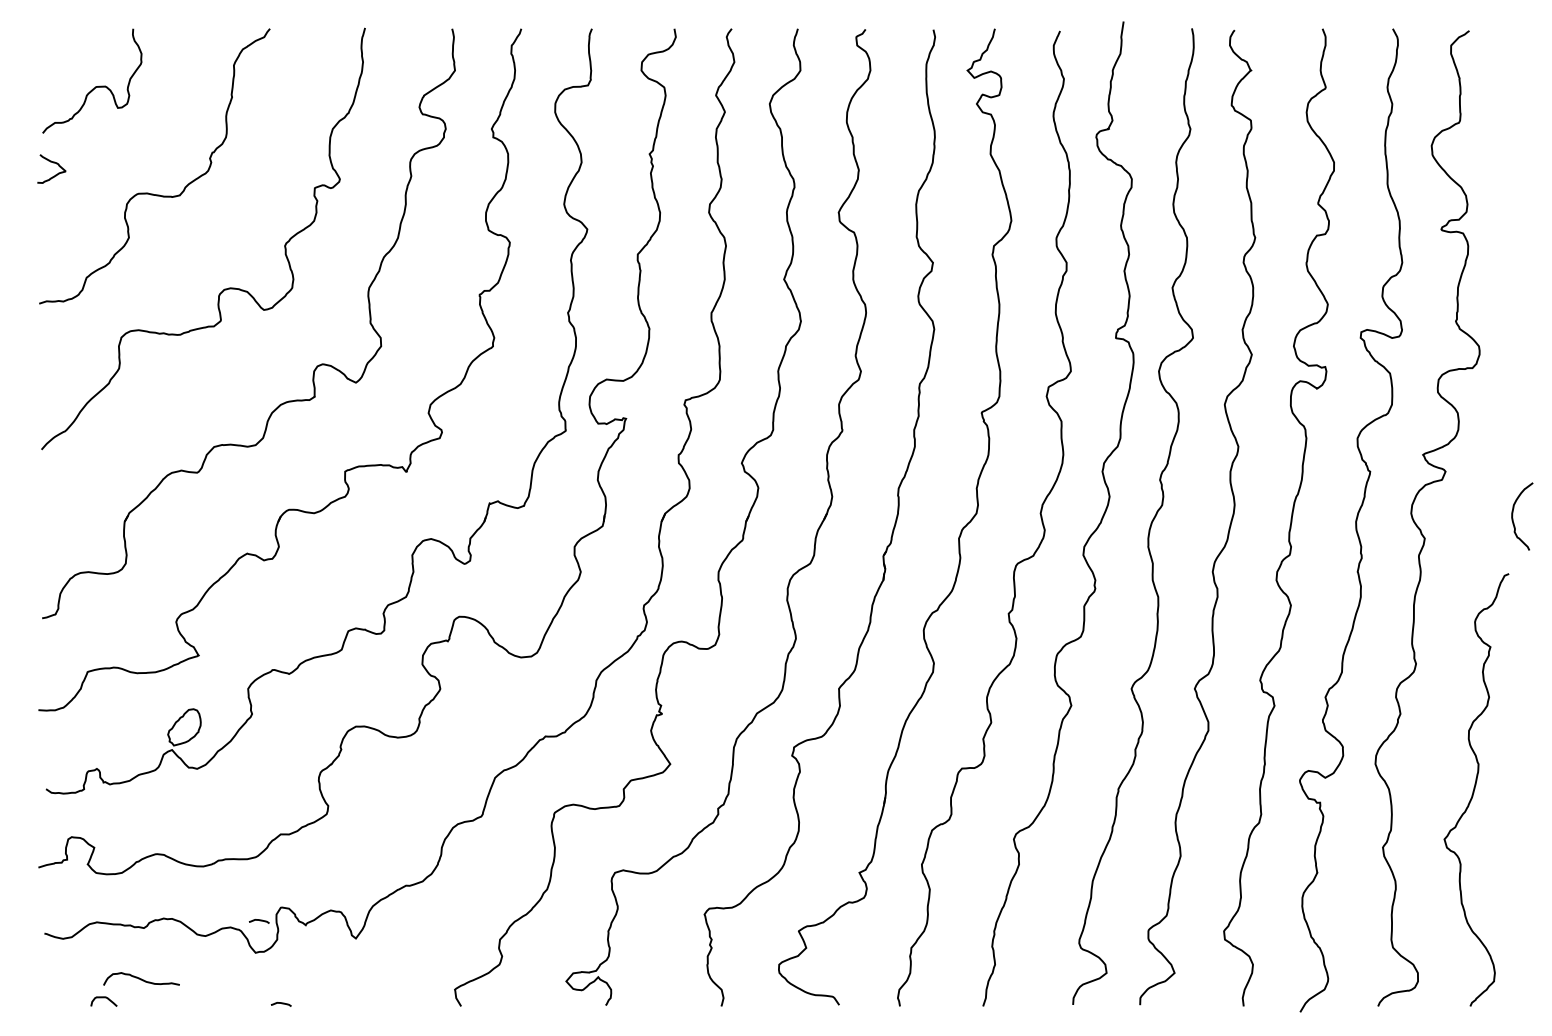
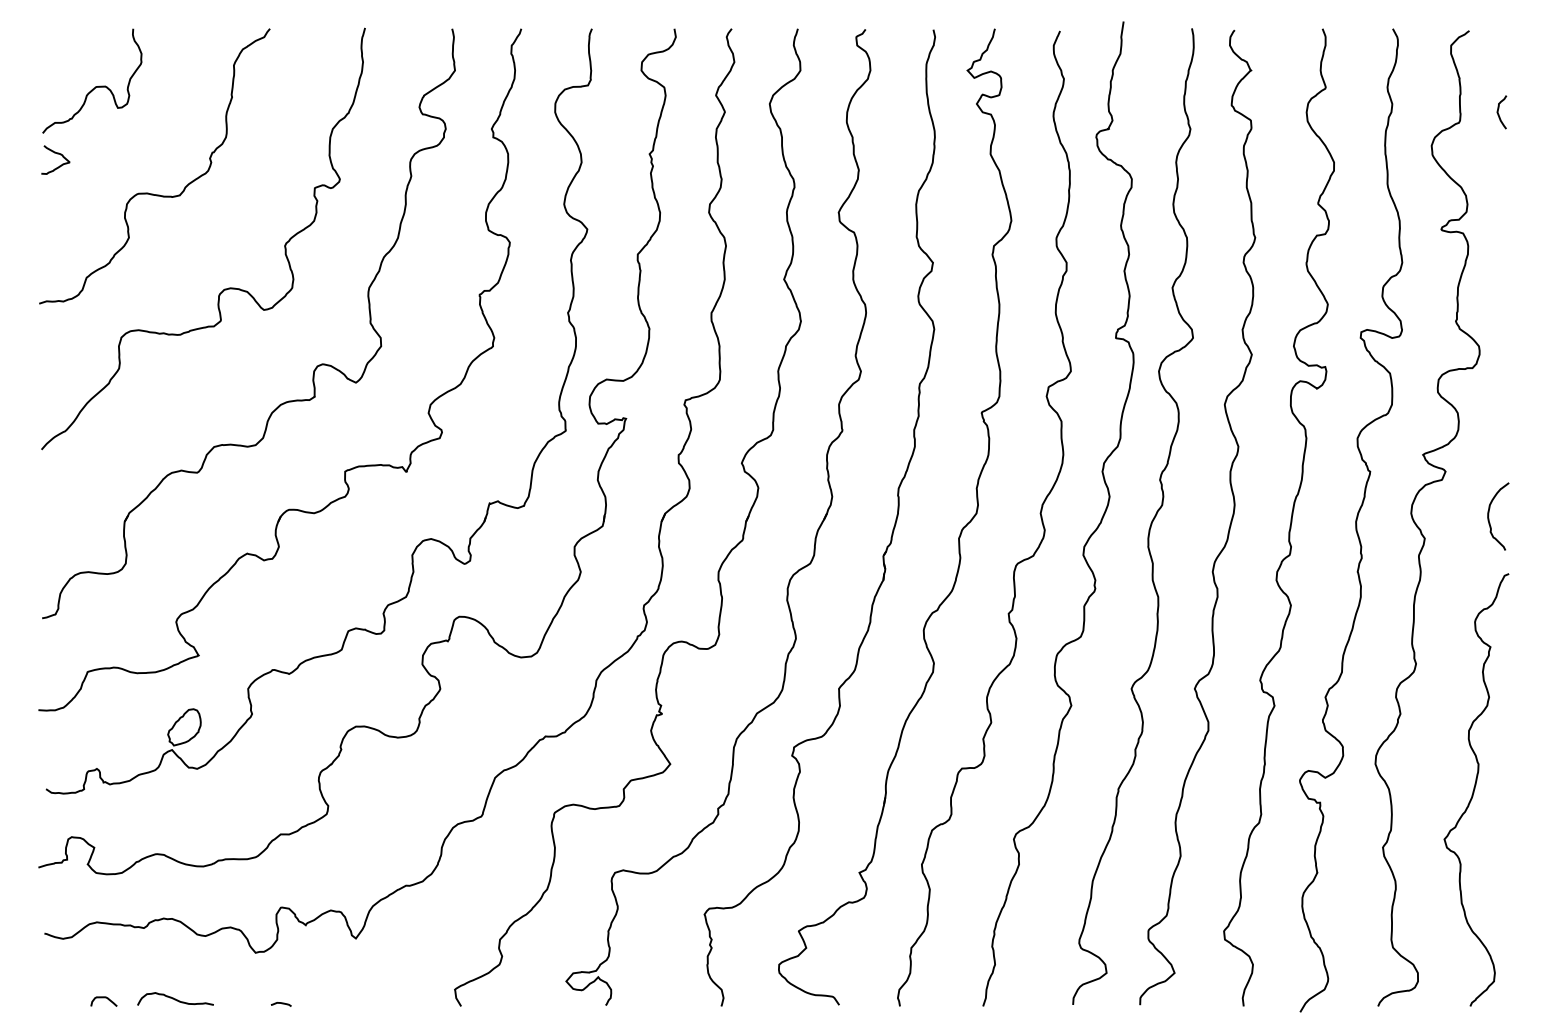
curve at (1499, 114): none -> present
curve at (53, 163) position: (53, 163) -> (57, 154)
curve at (1513, 516) position: (1513, 516) -> (1489, 516)
curve at (259, 921): present -> none
curve at (141, 978) position: (141, 978) -> (175, 998)
